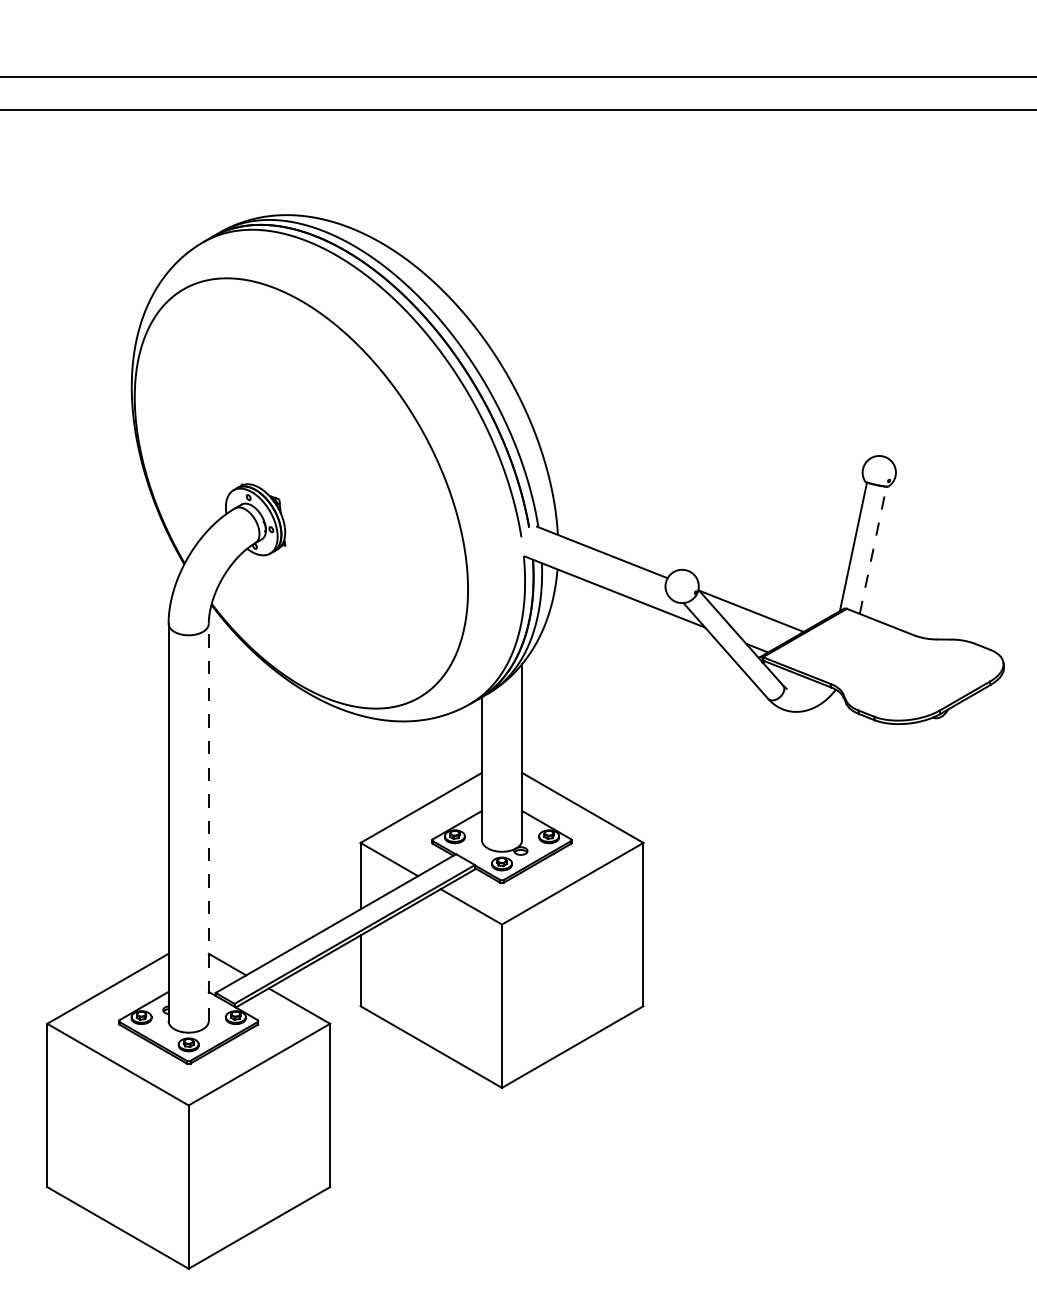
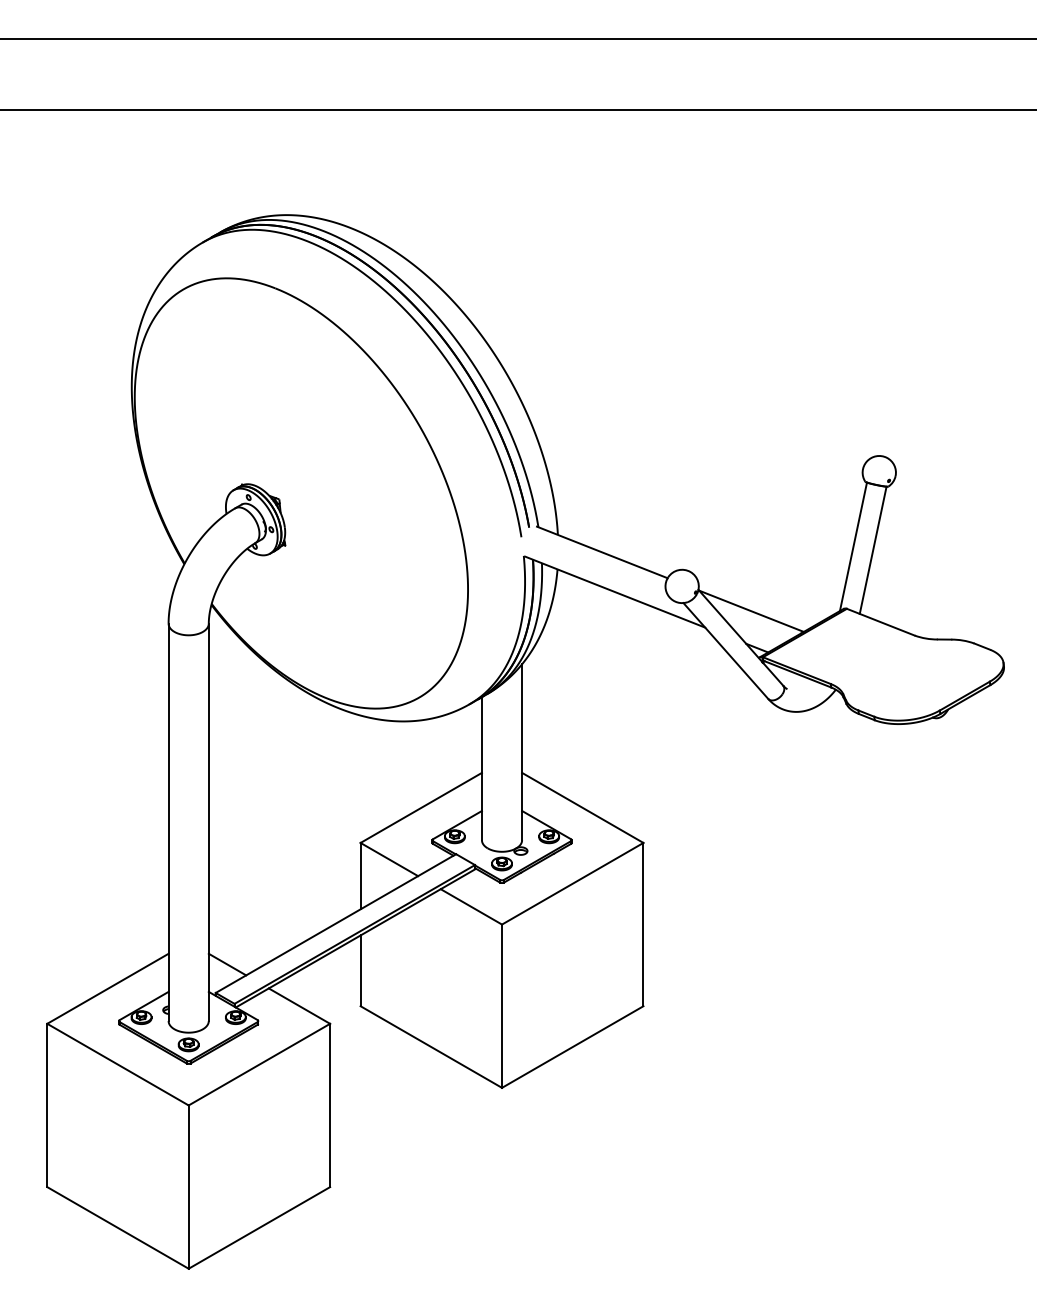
line at (517, 77) position: (517, 77) -> (517, 39)
line at (873, 550): dashed -> solid
line at (208, 822): dashed -> solid
